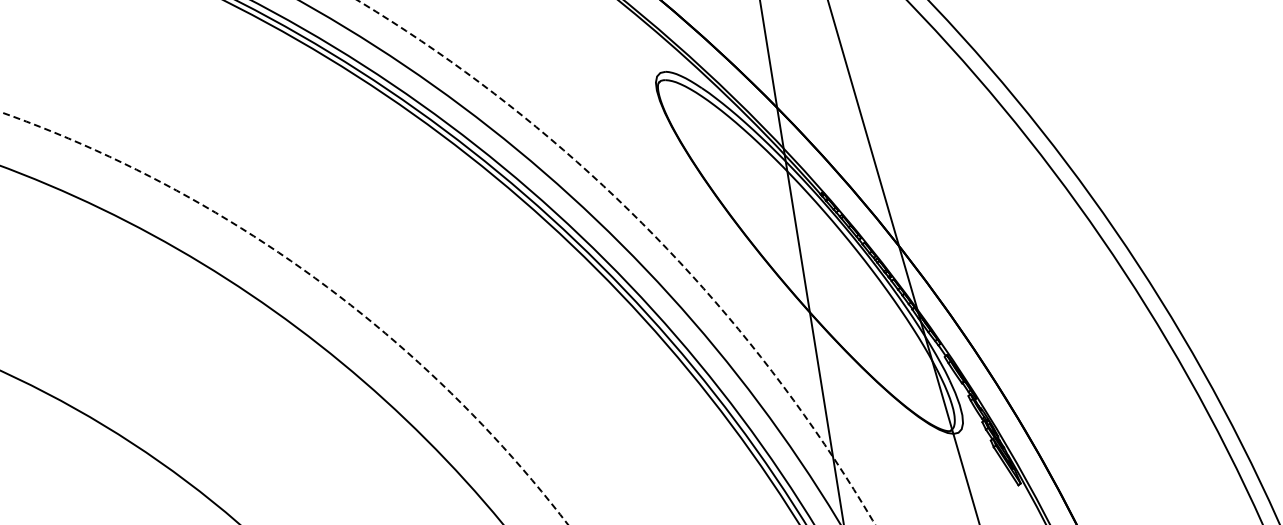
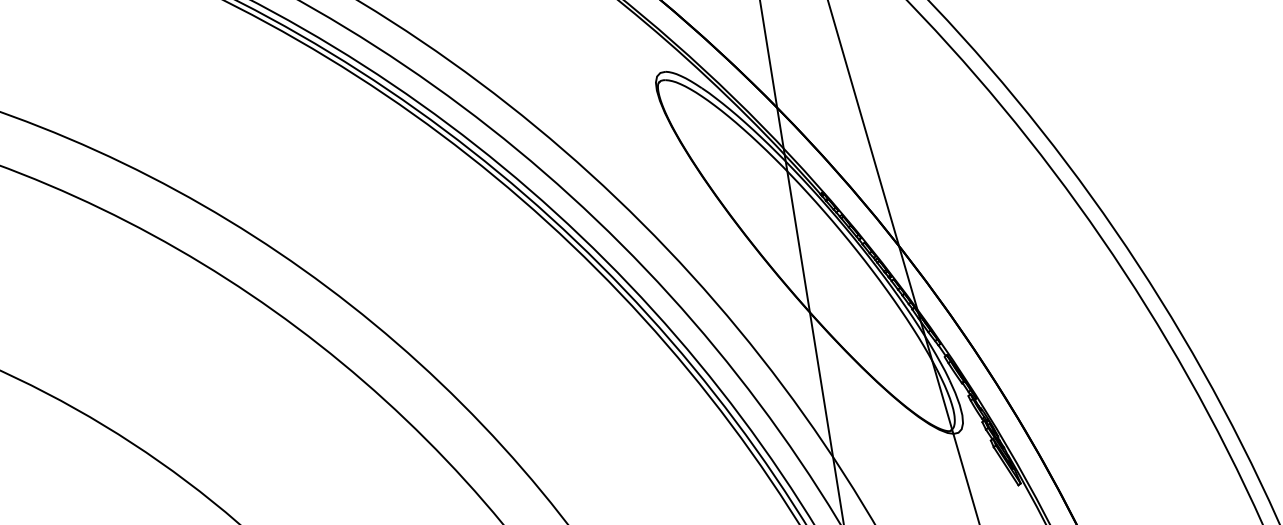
circle at (616, 262): dashed -> solid
circle at (284, 318): dashed -> solid
